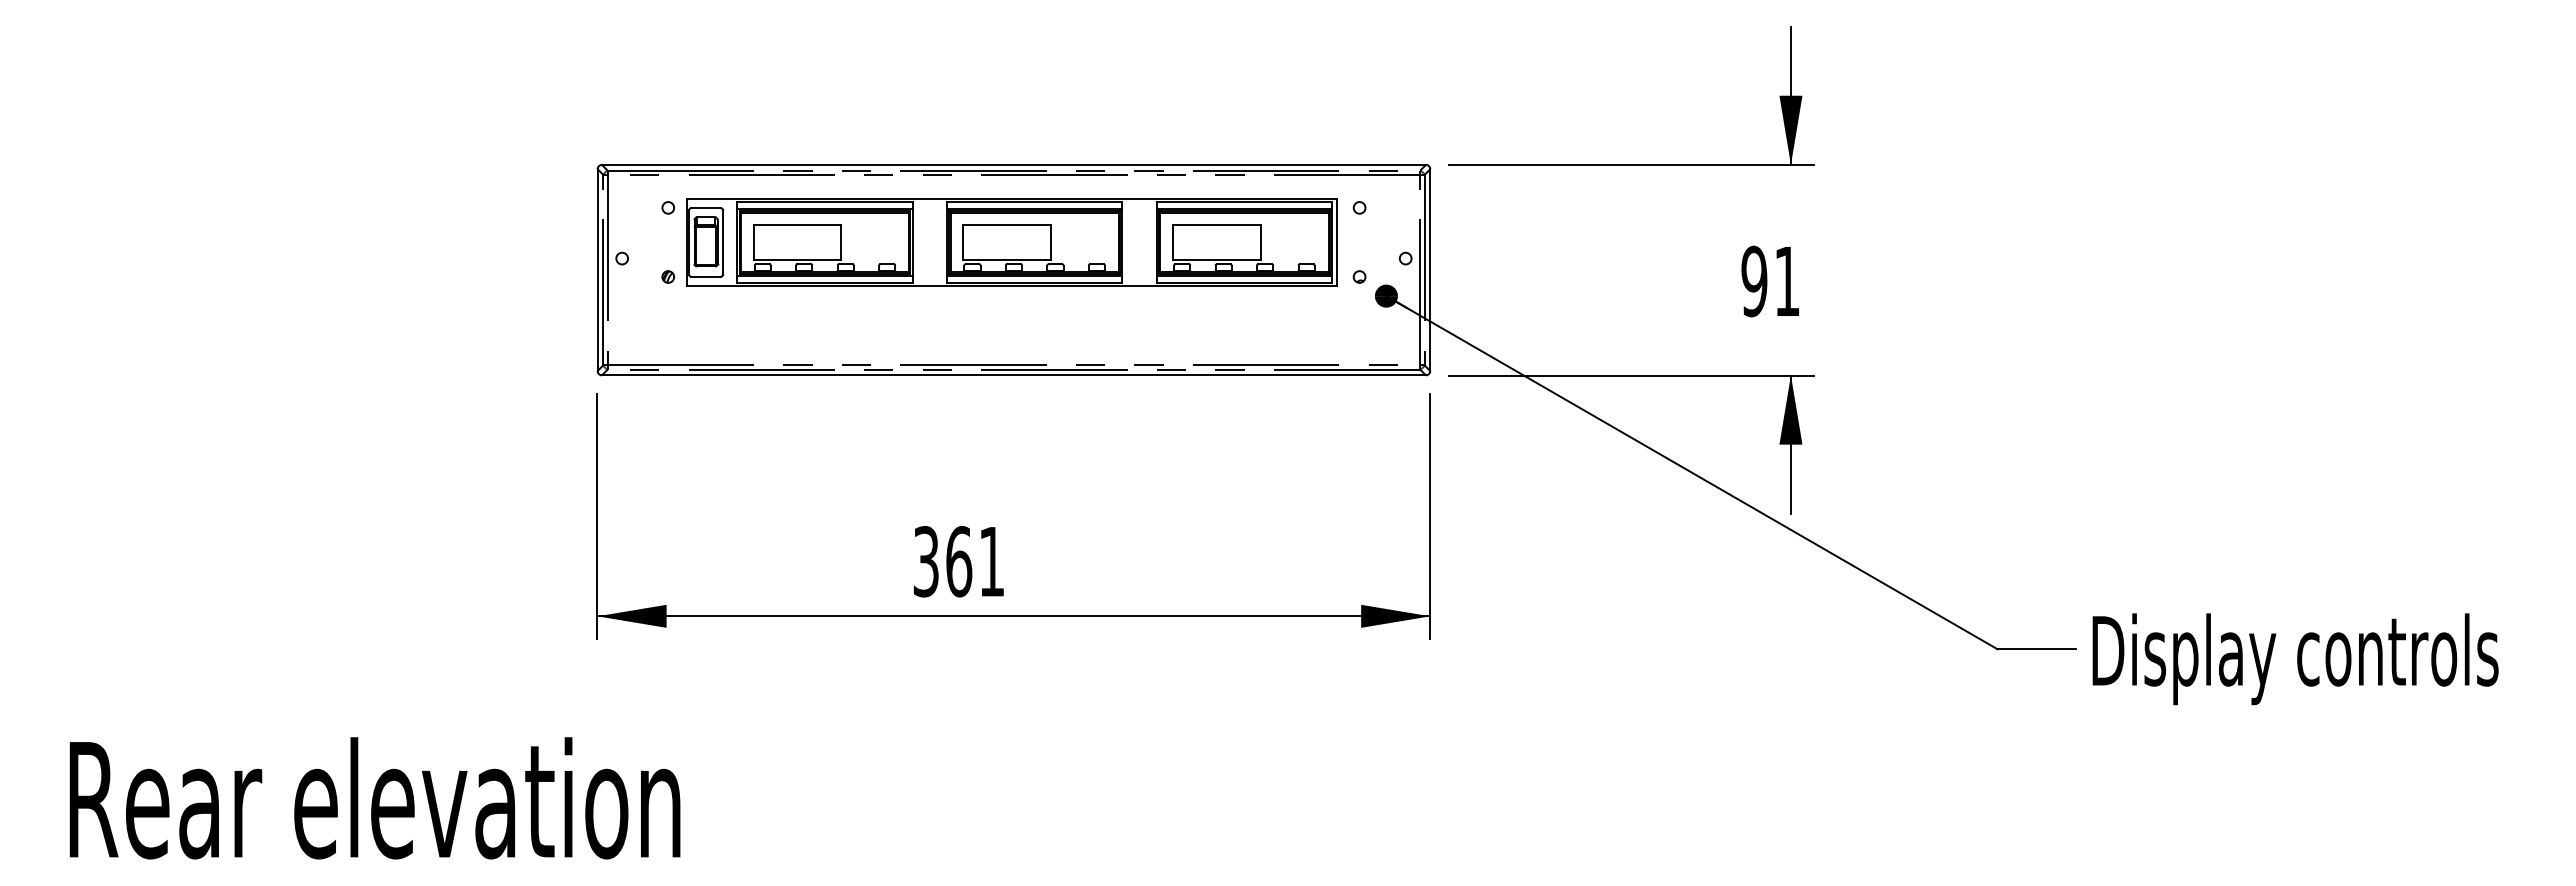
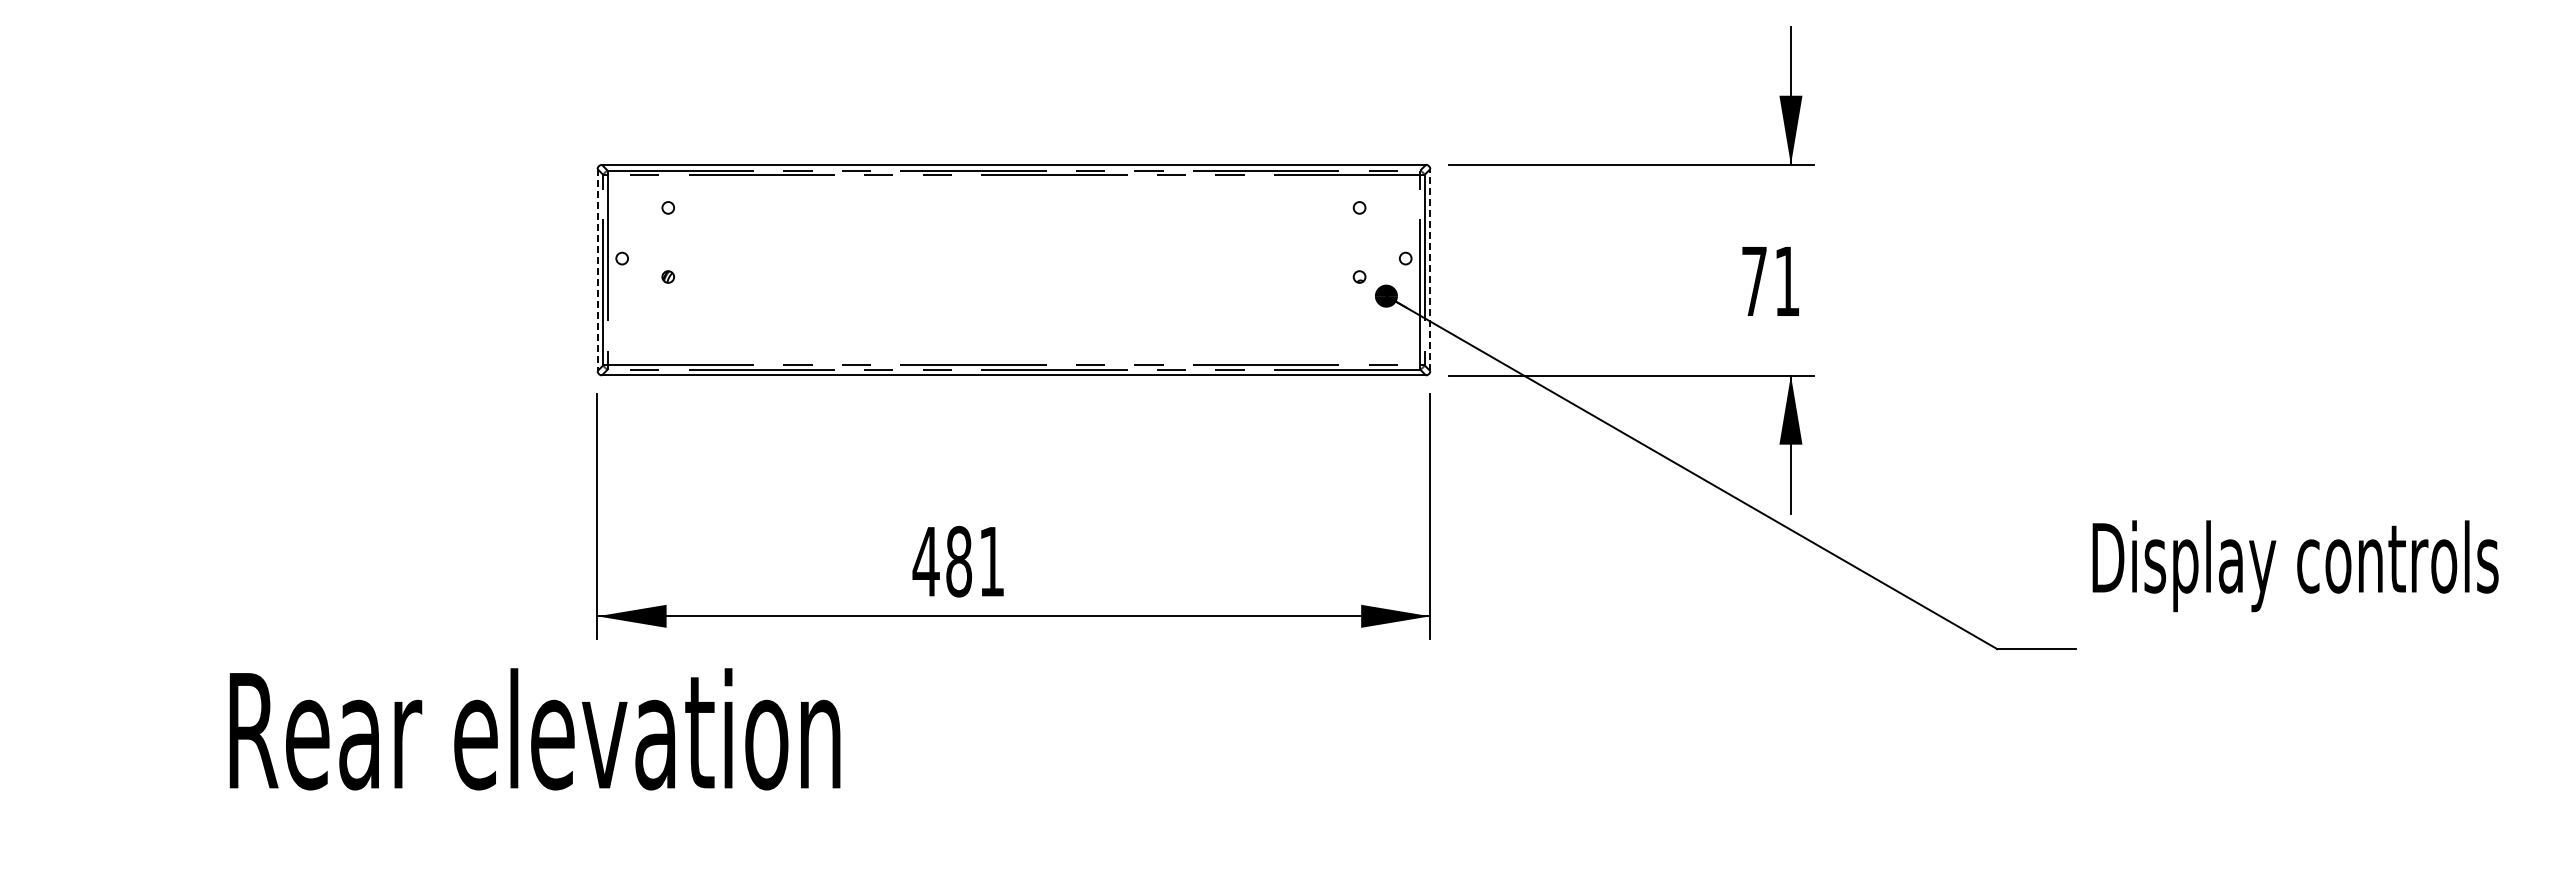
part at (1011, 242): present -> none
line at (1430, 269): solid -> dashed
line at (597, 270): solid -> dashed
text at (1754, 281): 91 -> 71
text at (942, 561): 361 -> 481
text at (2295, 659) position: (2295, 659) -> (2295, 566)
text at (374, 798) position: (374, 798) -> (534, 729)
